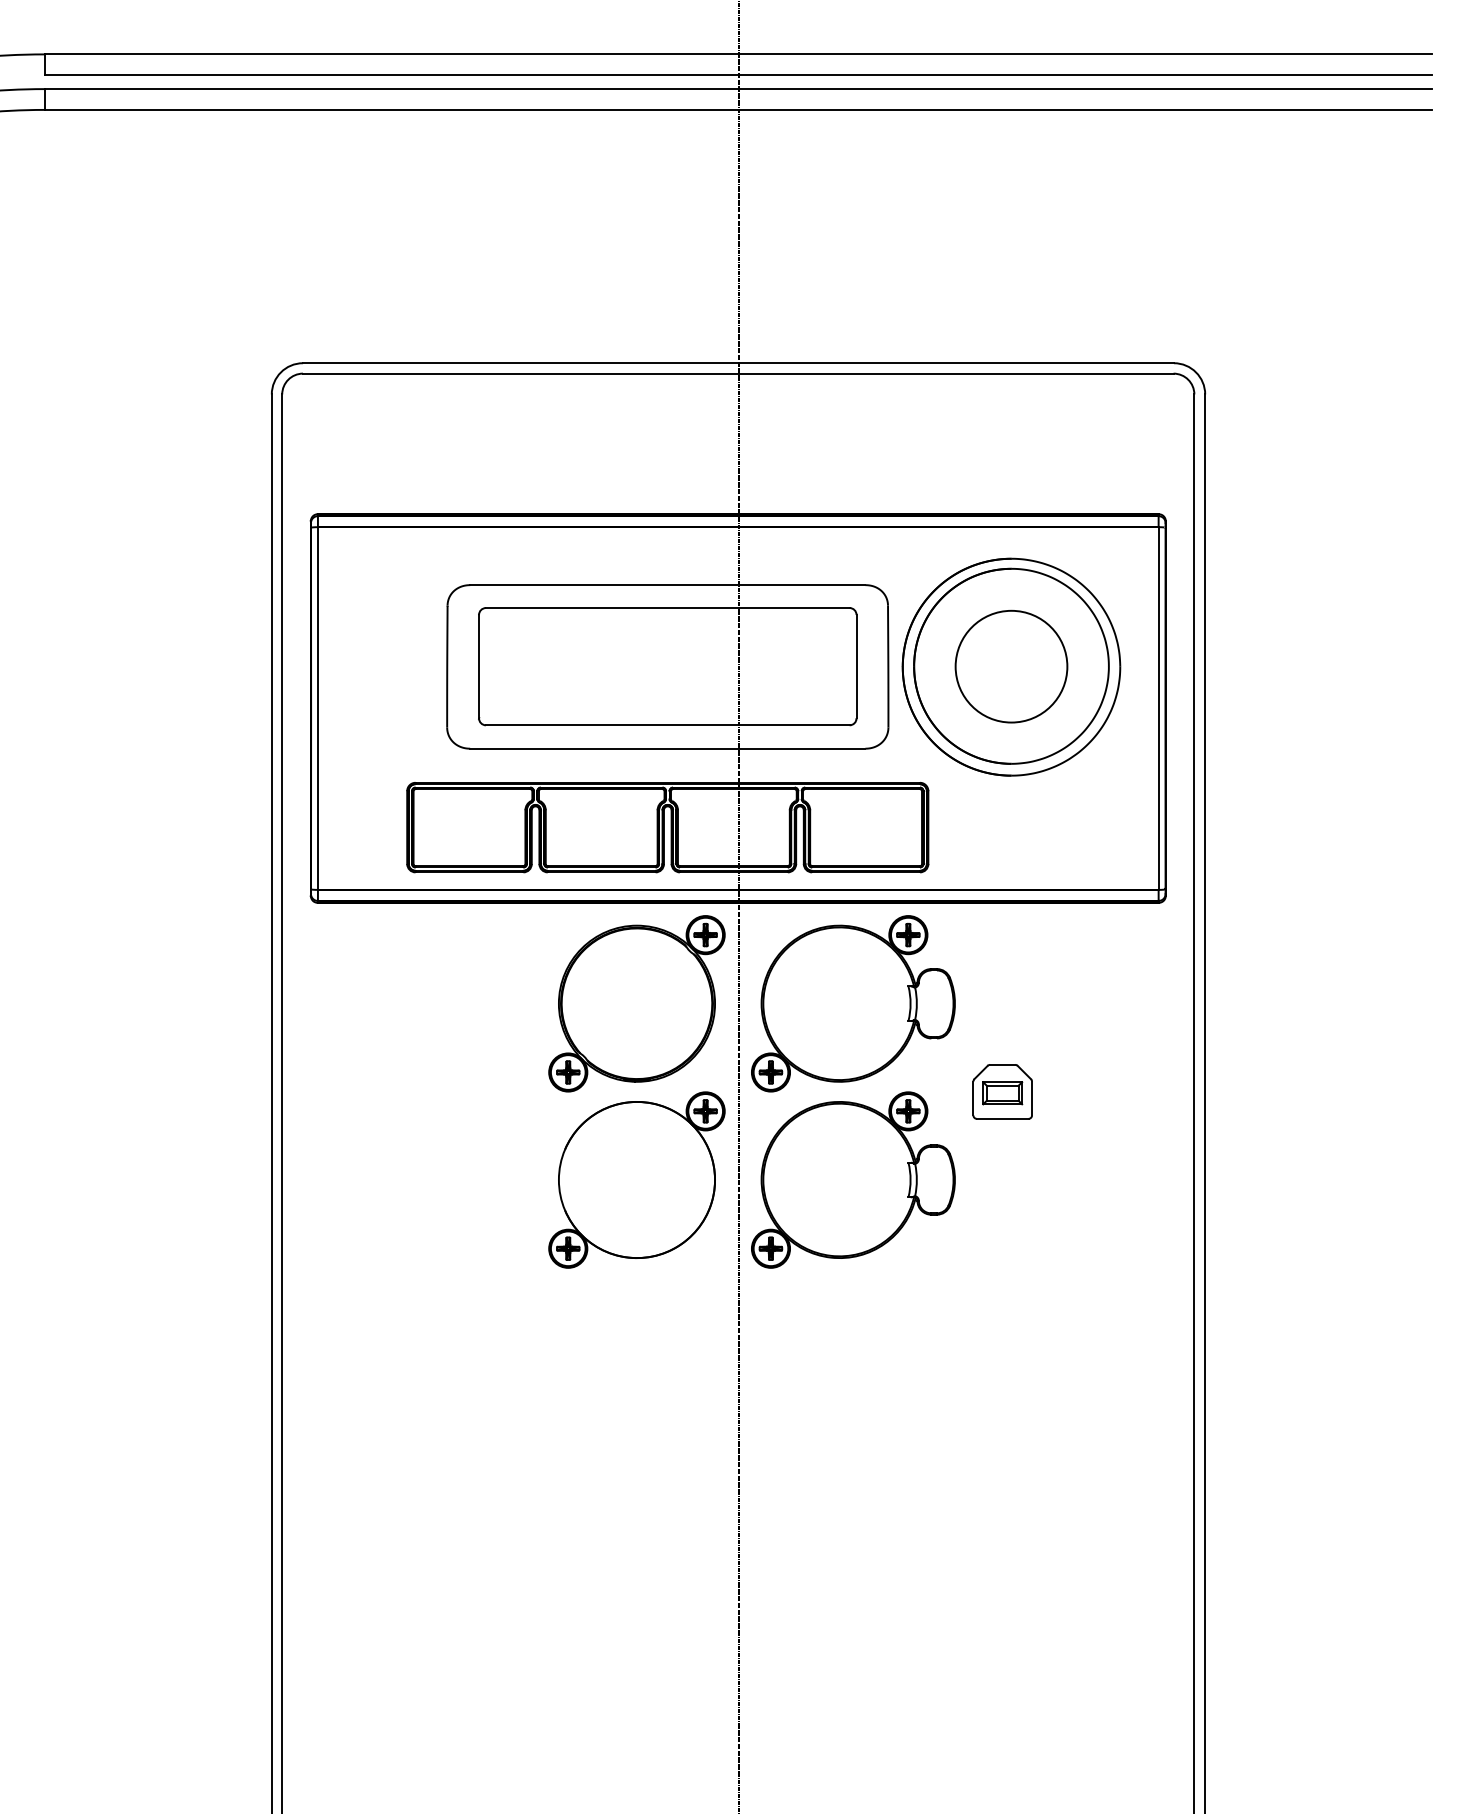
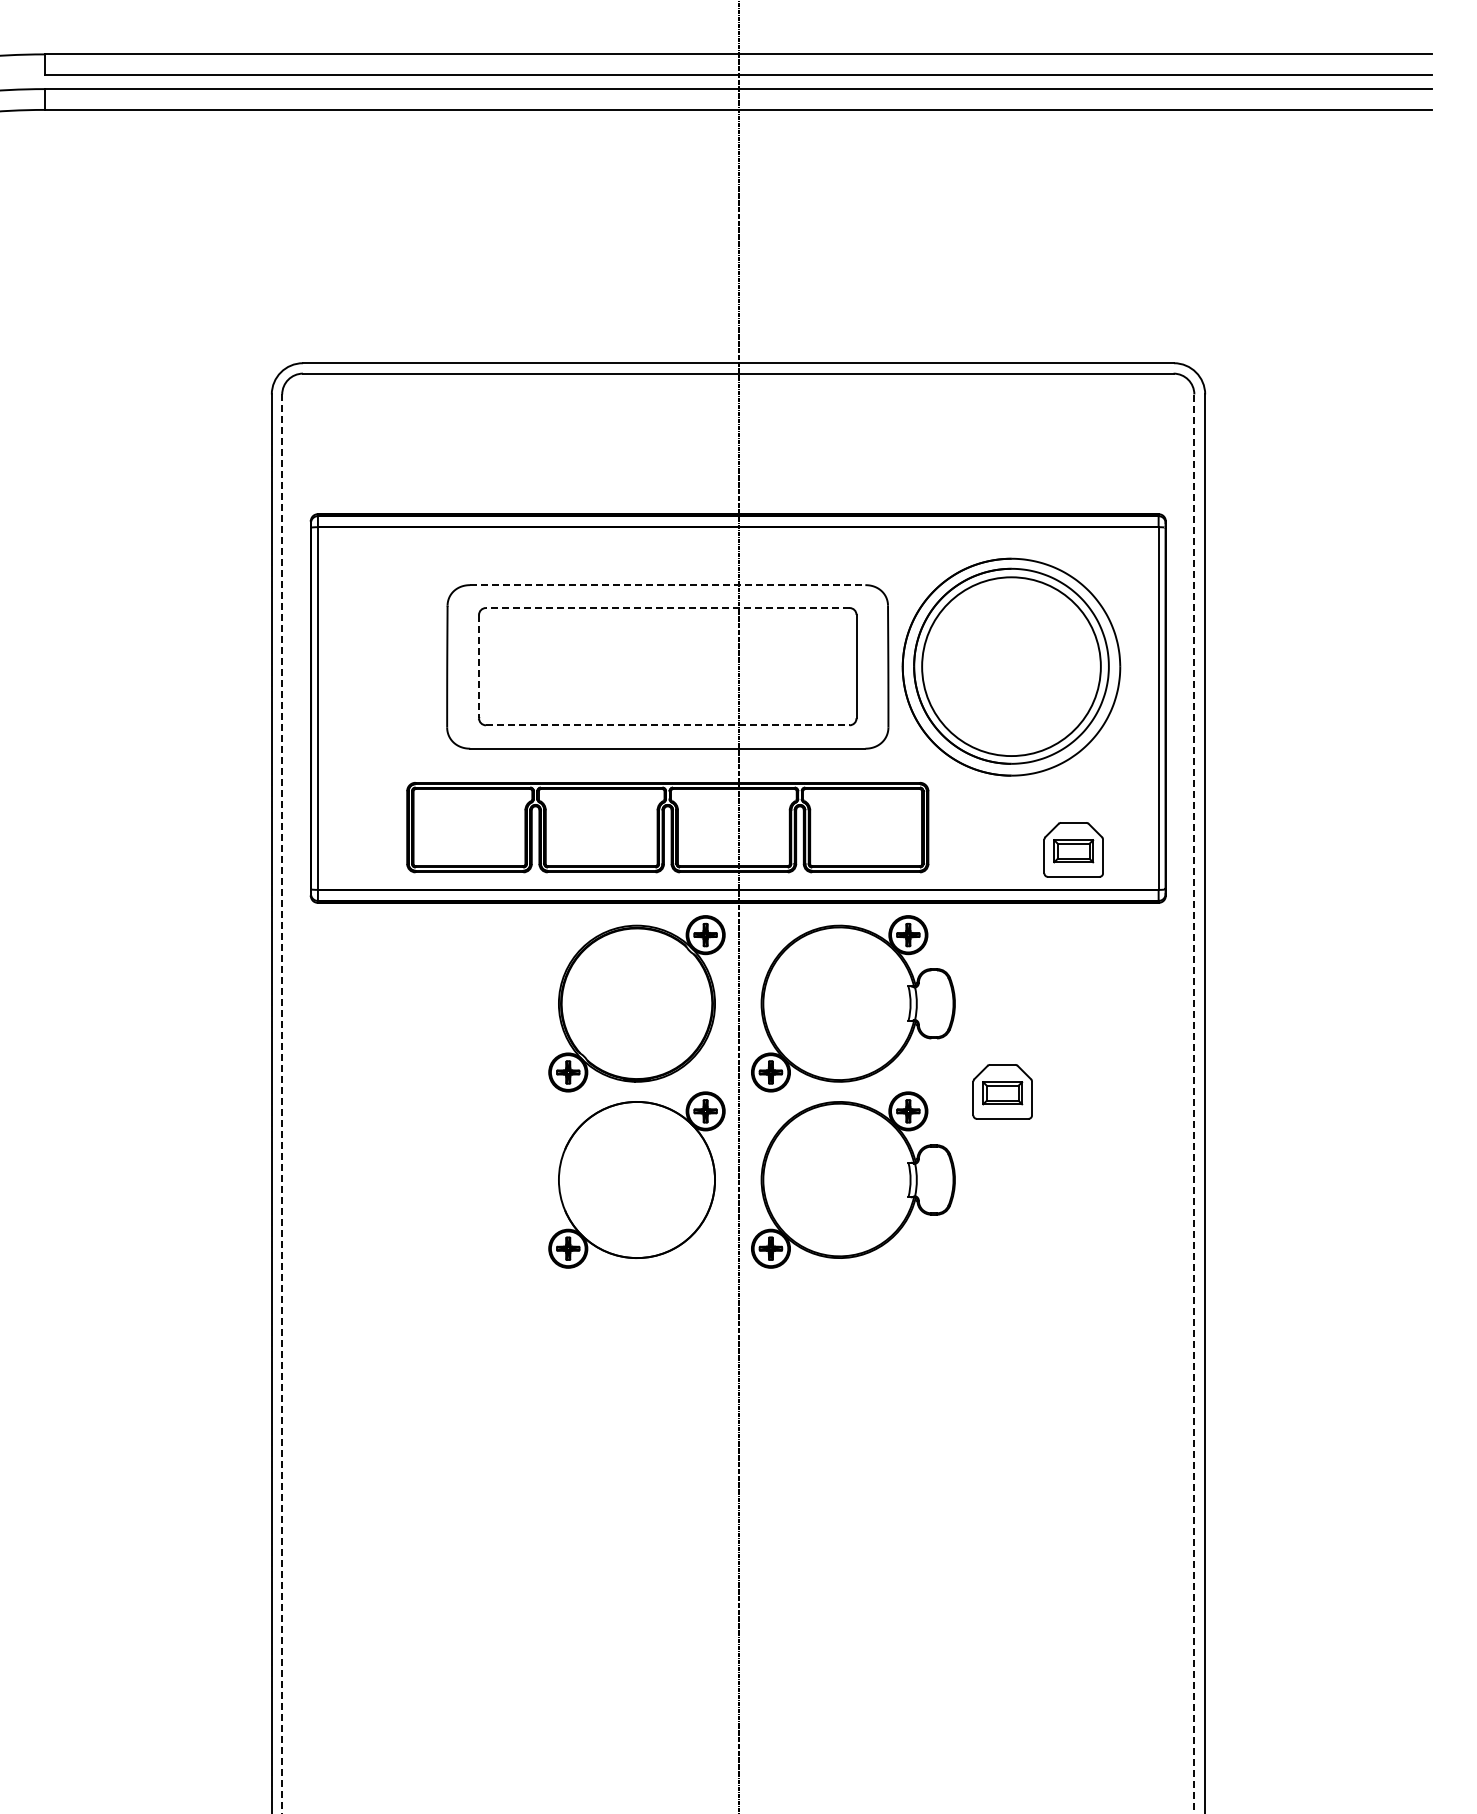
line at (667, 585): solid -> dashed
line at (667, 608): solid -> dashed
line at (479, 666): solid -> dashed
circle at (1011, 666) diameter: 112 px -> 179 px
line at (667, 725): solid -> dashed
part at (1073, 849): none -> present
line at (1194, 1103): solid -> dashed
line at (282, 1104): solid -> dashed
